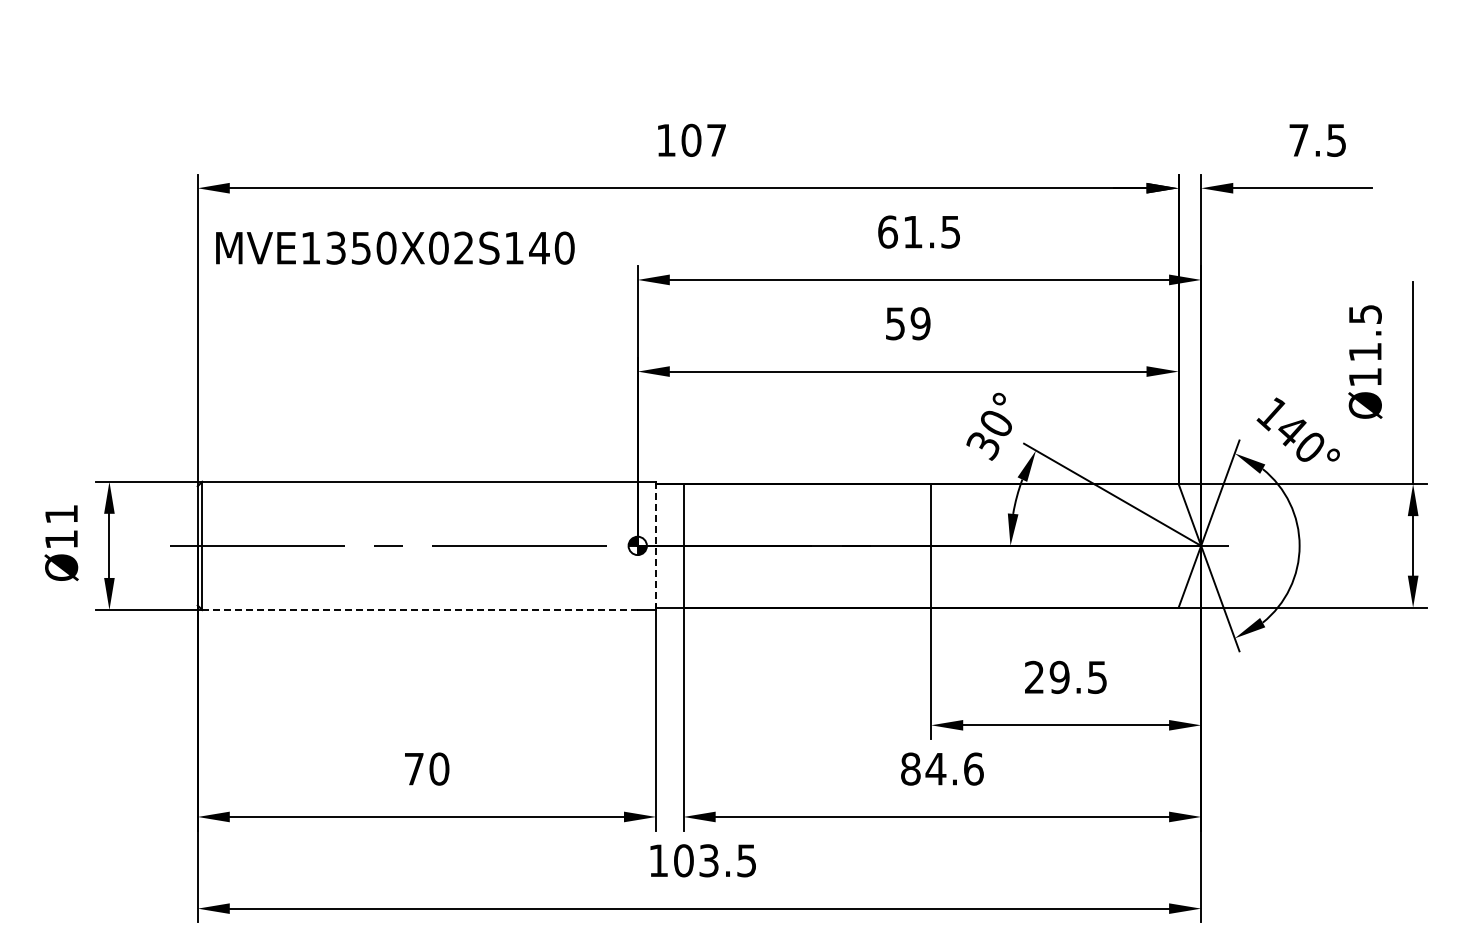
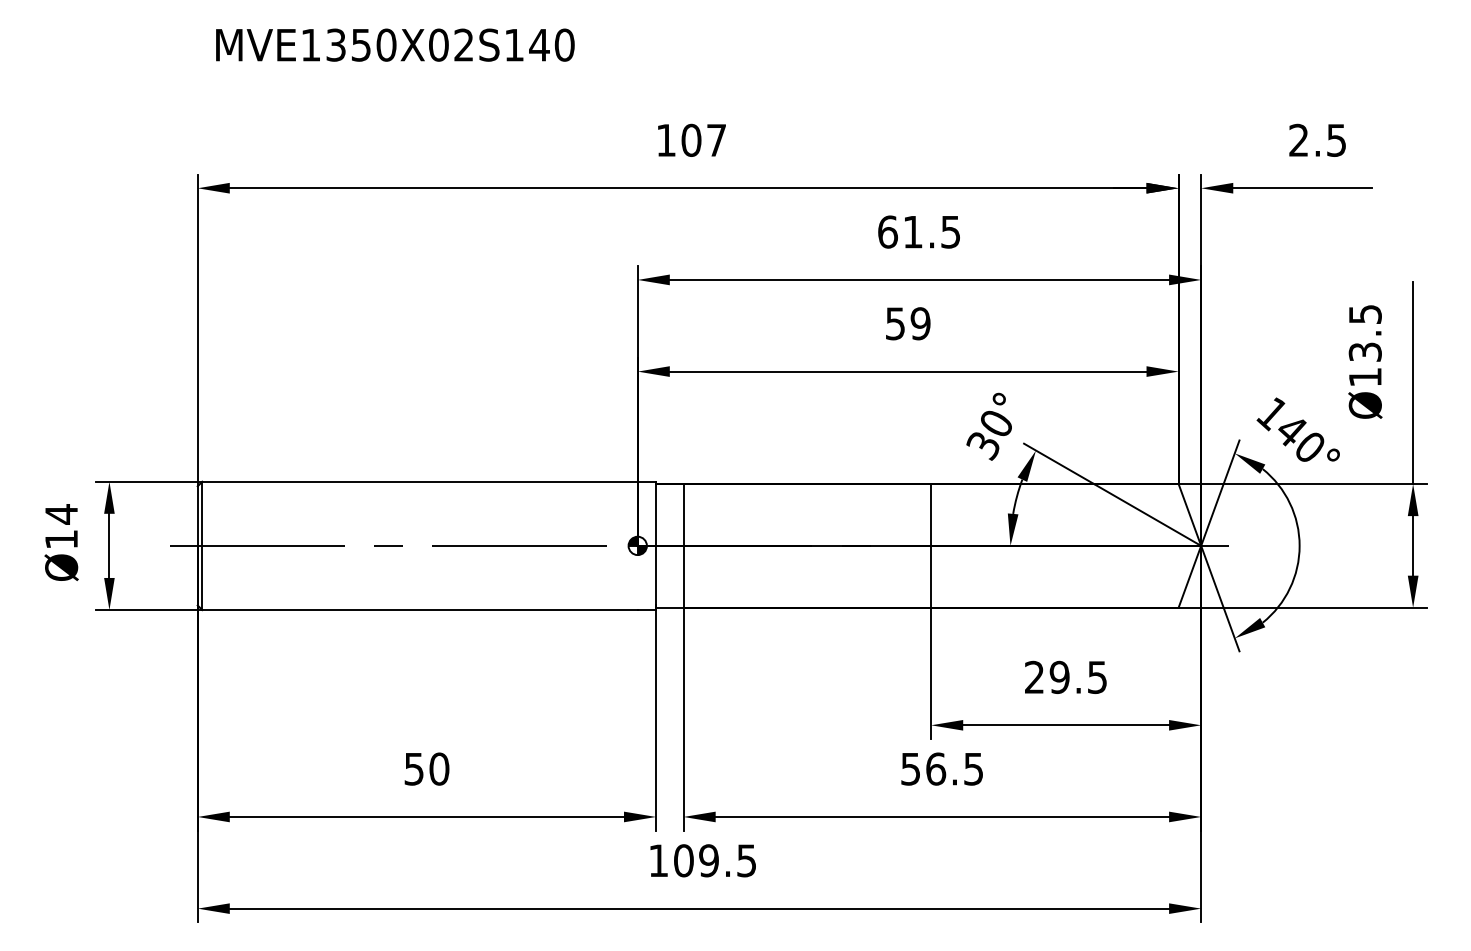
text at (1298, 139): 7.5 -> 2.5
text at (395, 247) position: (395, 247) -> (395, 44)
text at (1364, 351): Ø11.5 -> Ø13.5
text at (61, 514): Ø11 -> Ø14
line at (656, 546): dashed -> solid
line at (420, 610): dashed -> solid
text at (942, 768): 84.6 -> 56.5
text at (413, 769): 70 -> 50
text at (708, 860): 103.5 -> 109.5
